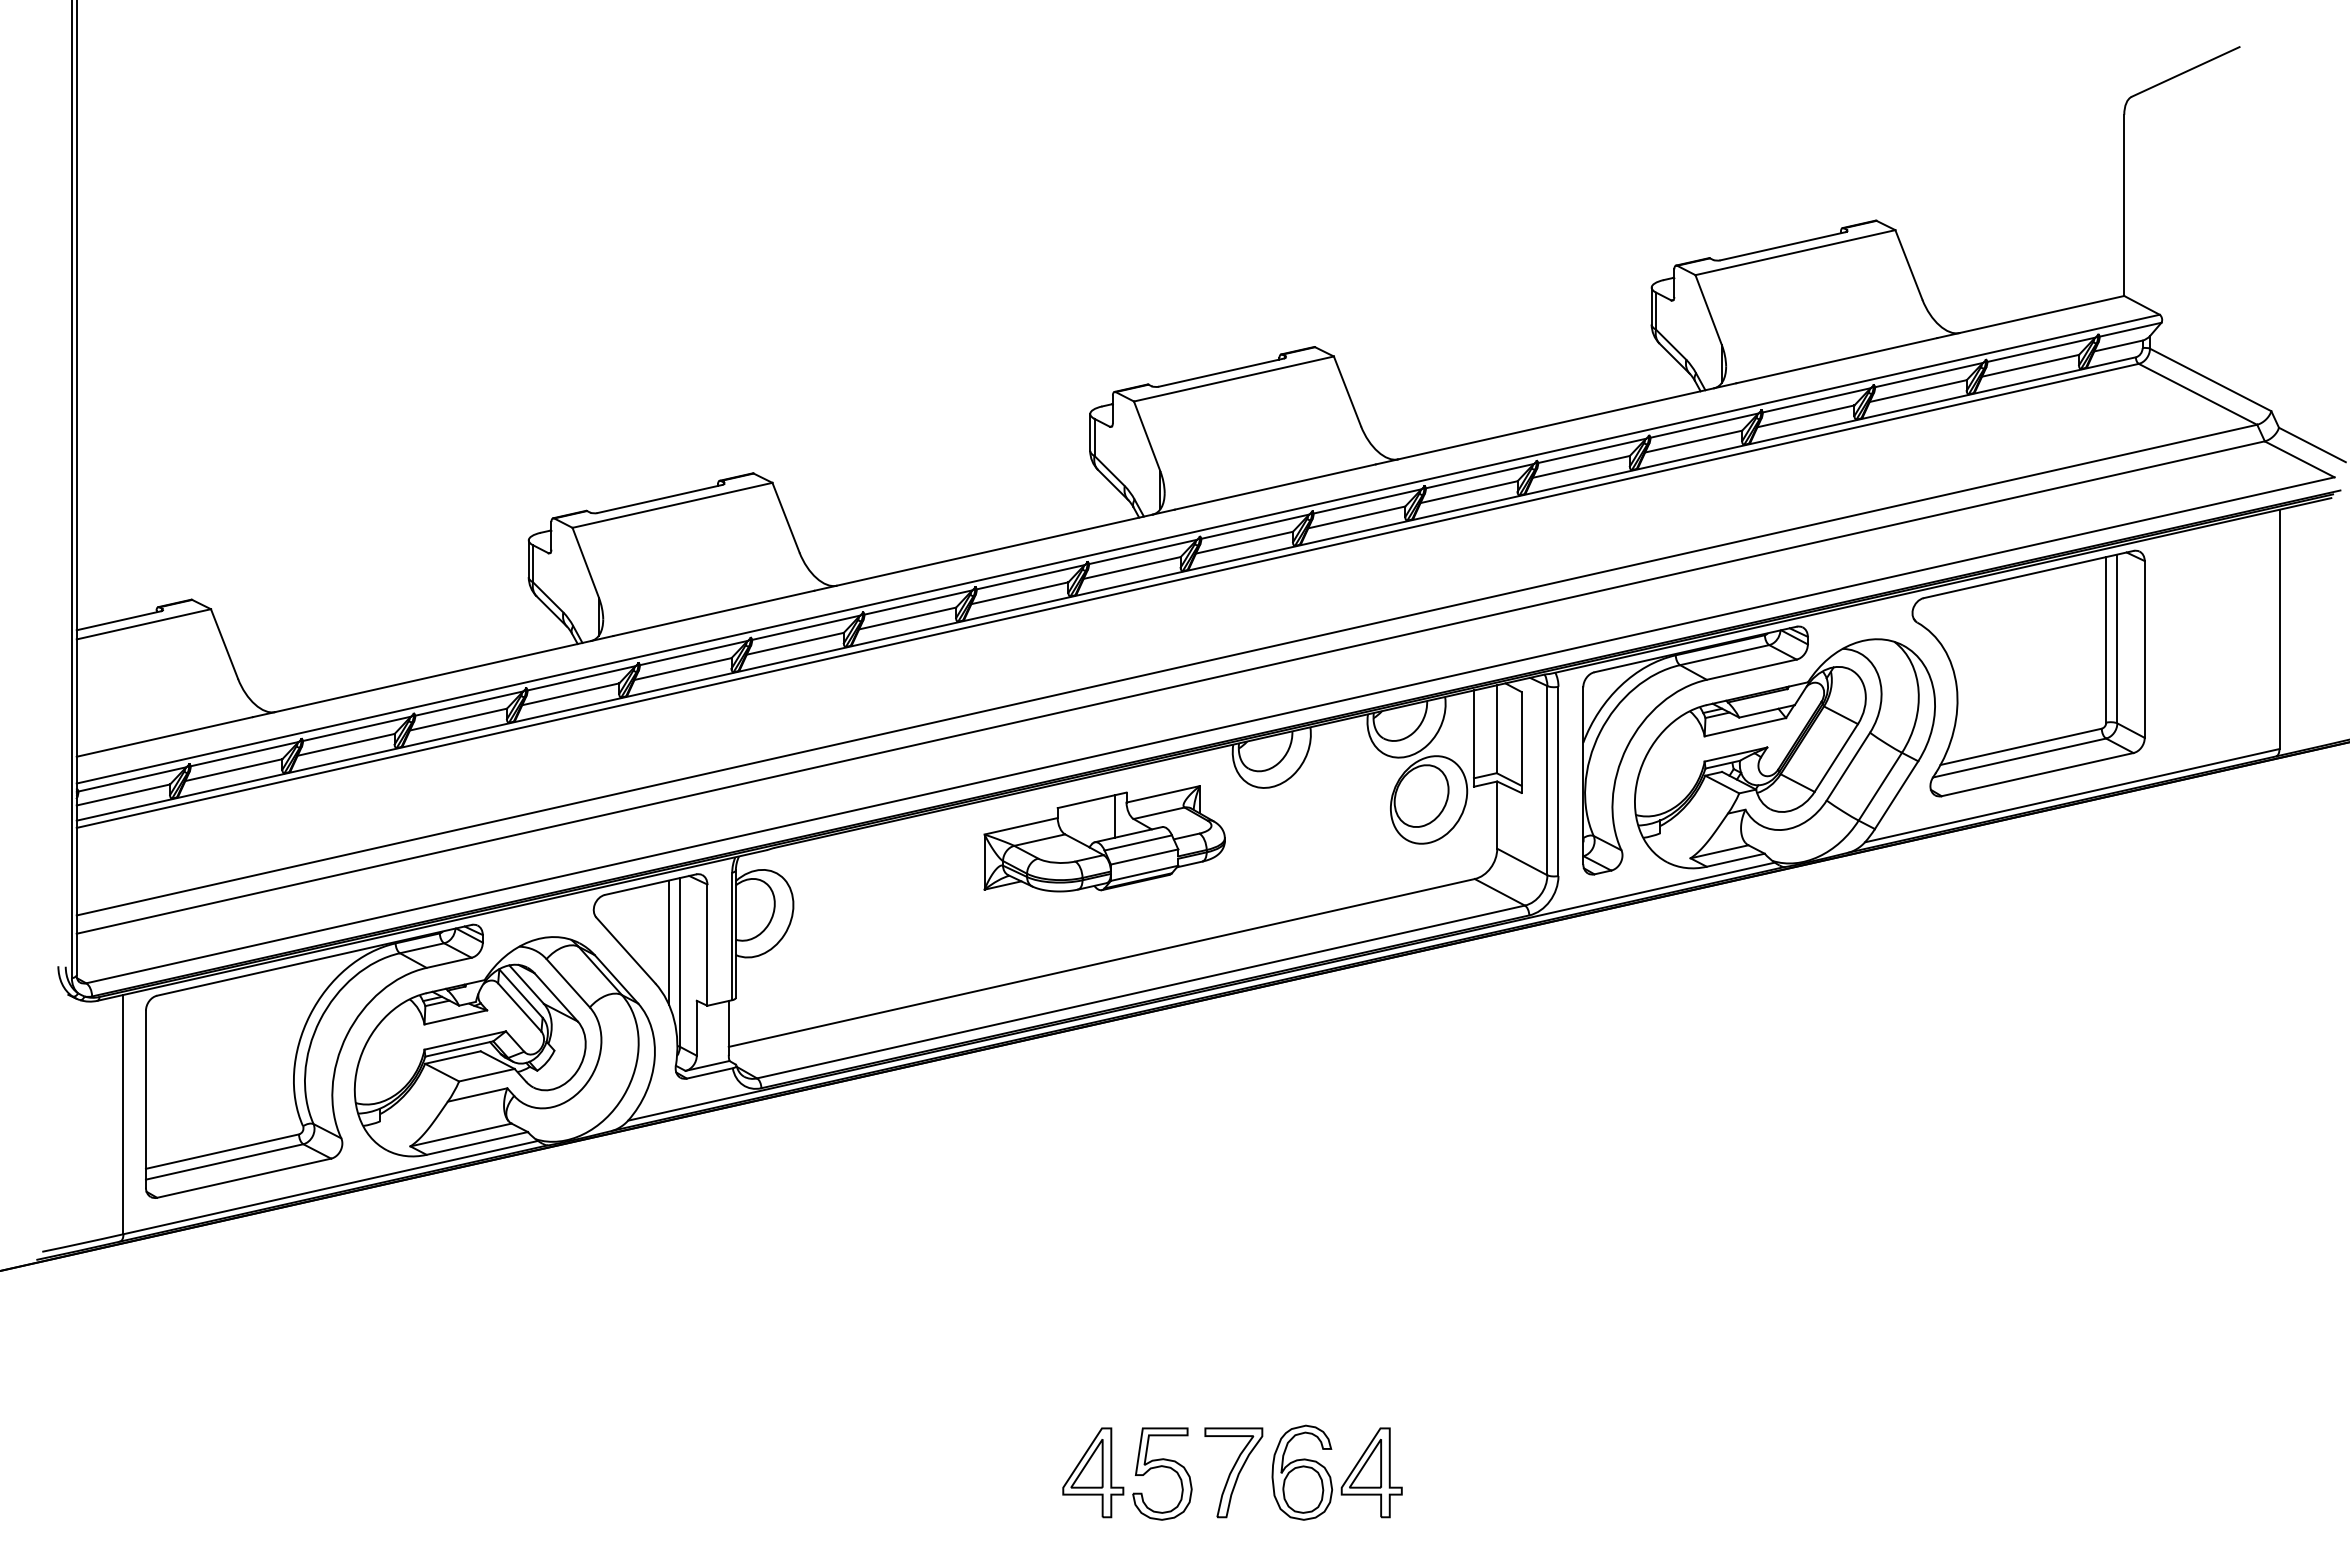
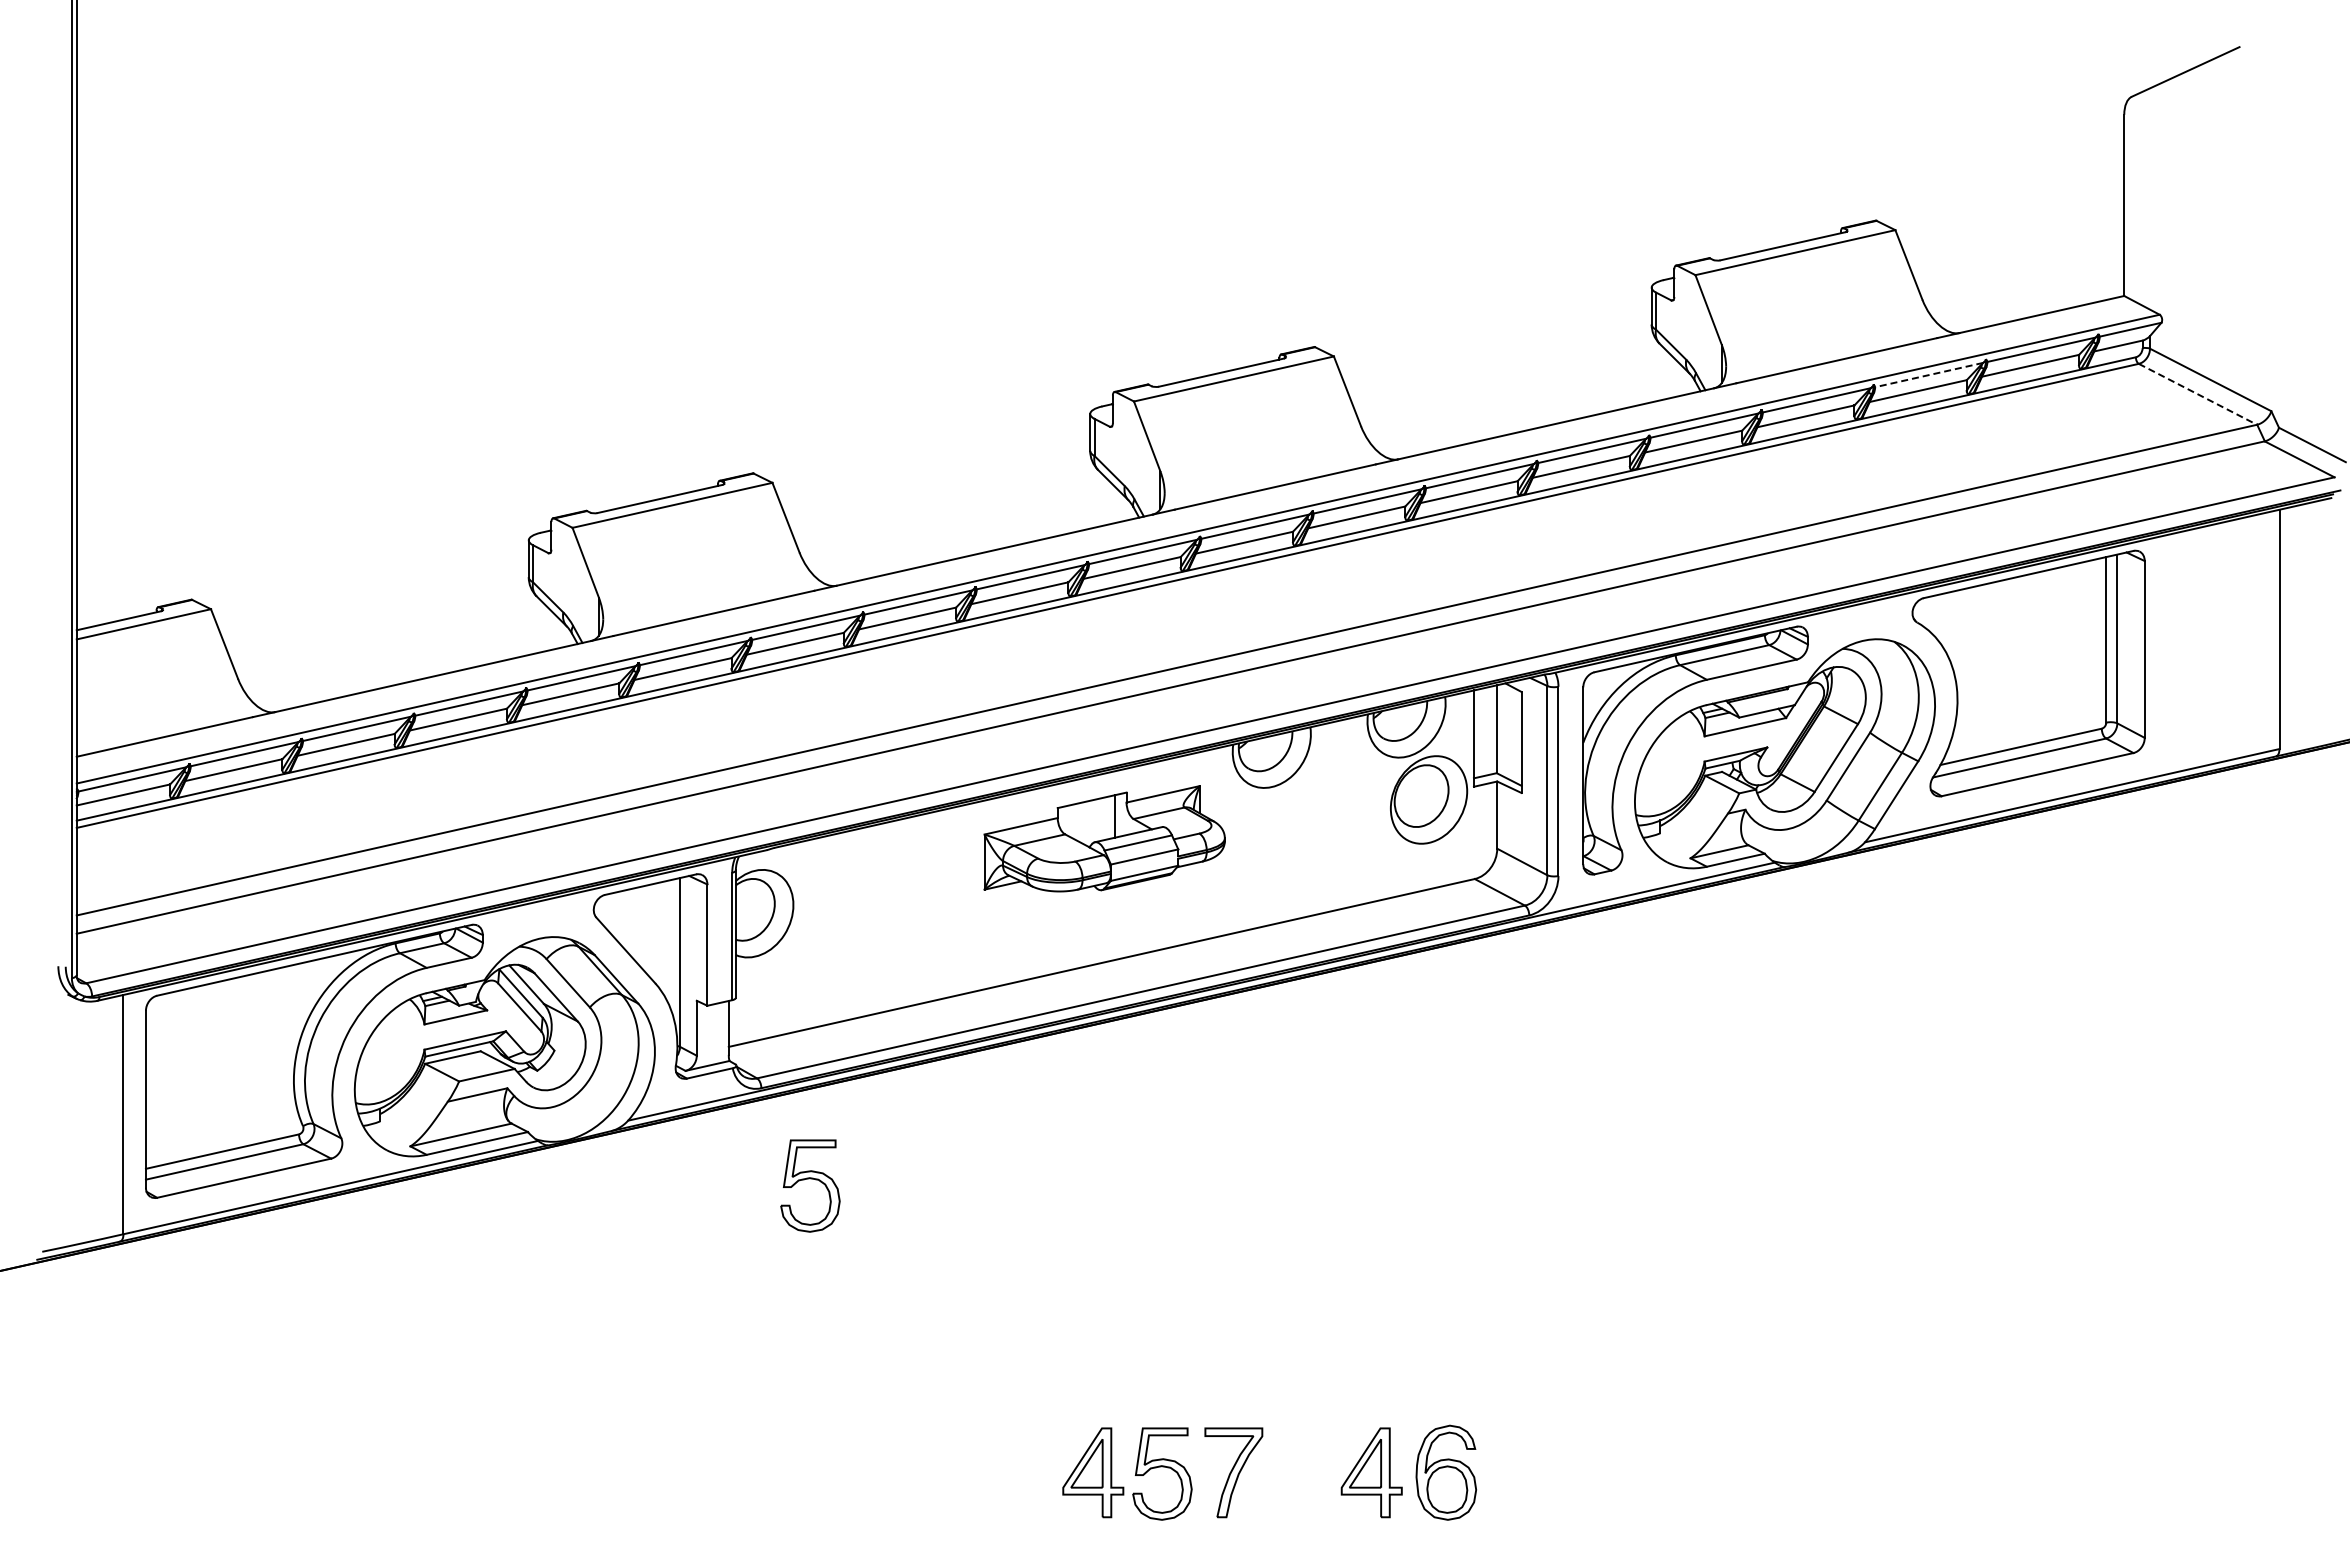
line at (1928, 375): solid -> dashed
line at (2197, 394): solid -> dashed
line at (668, 942): present -> none
part at (810, 1185): none -> present
part at (1301, 1472) position: (1301, 1472) -> (1445, 1472)
